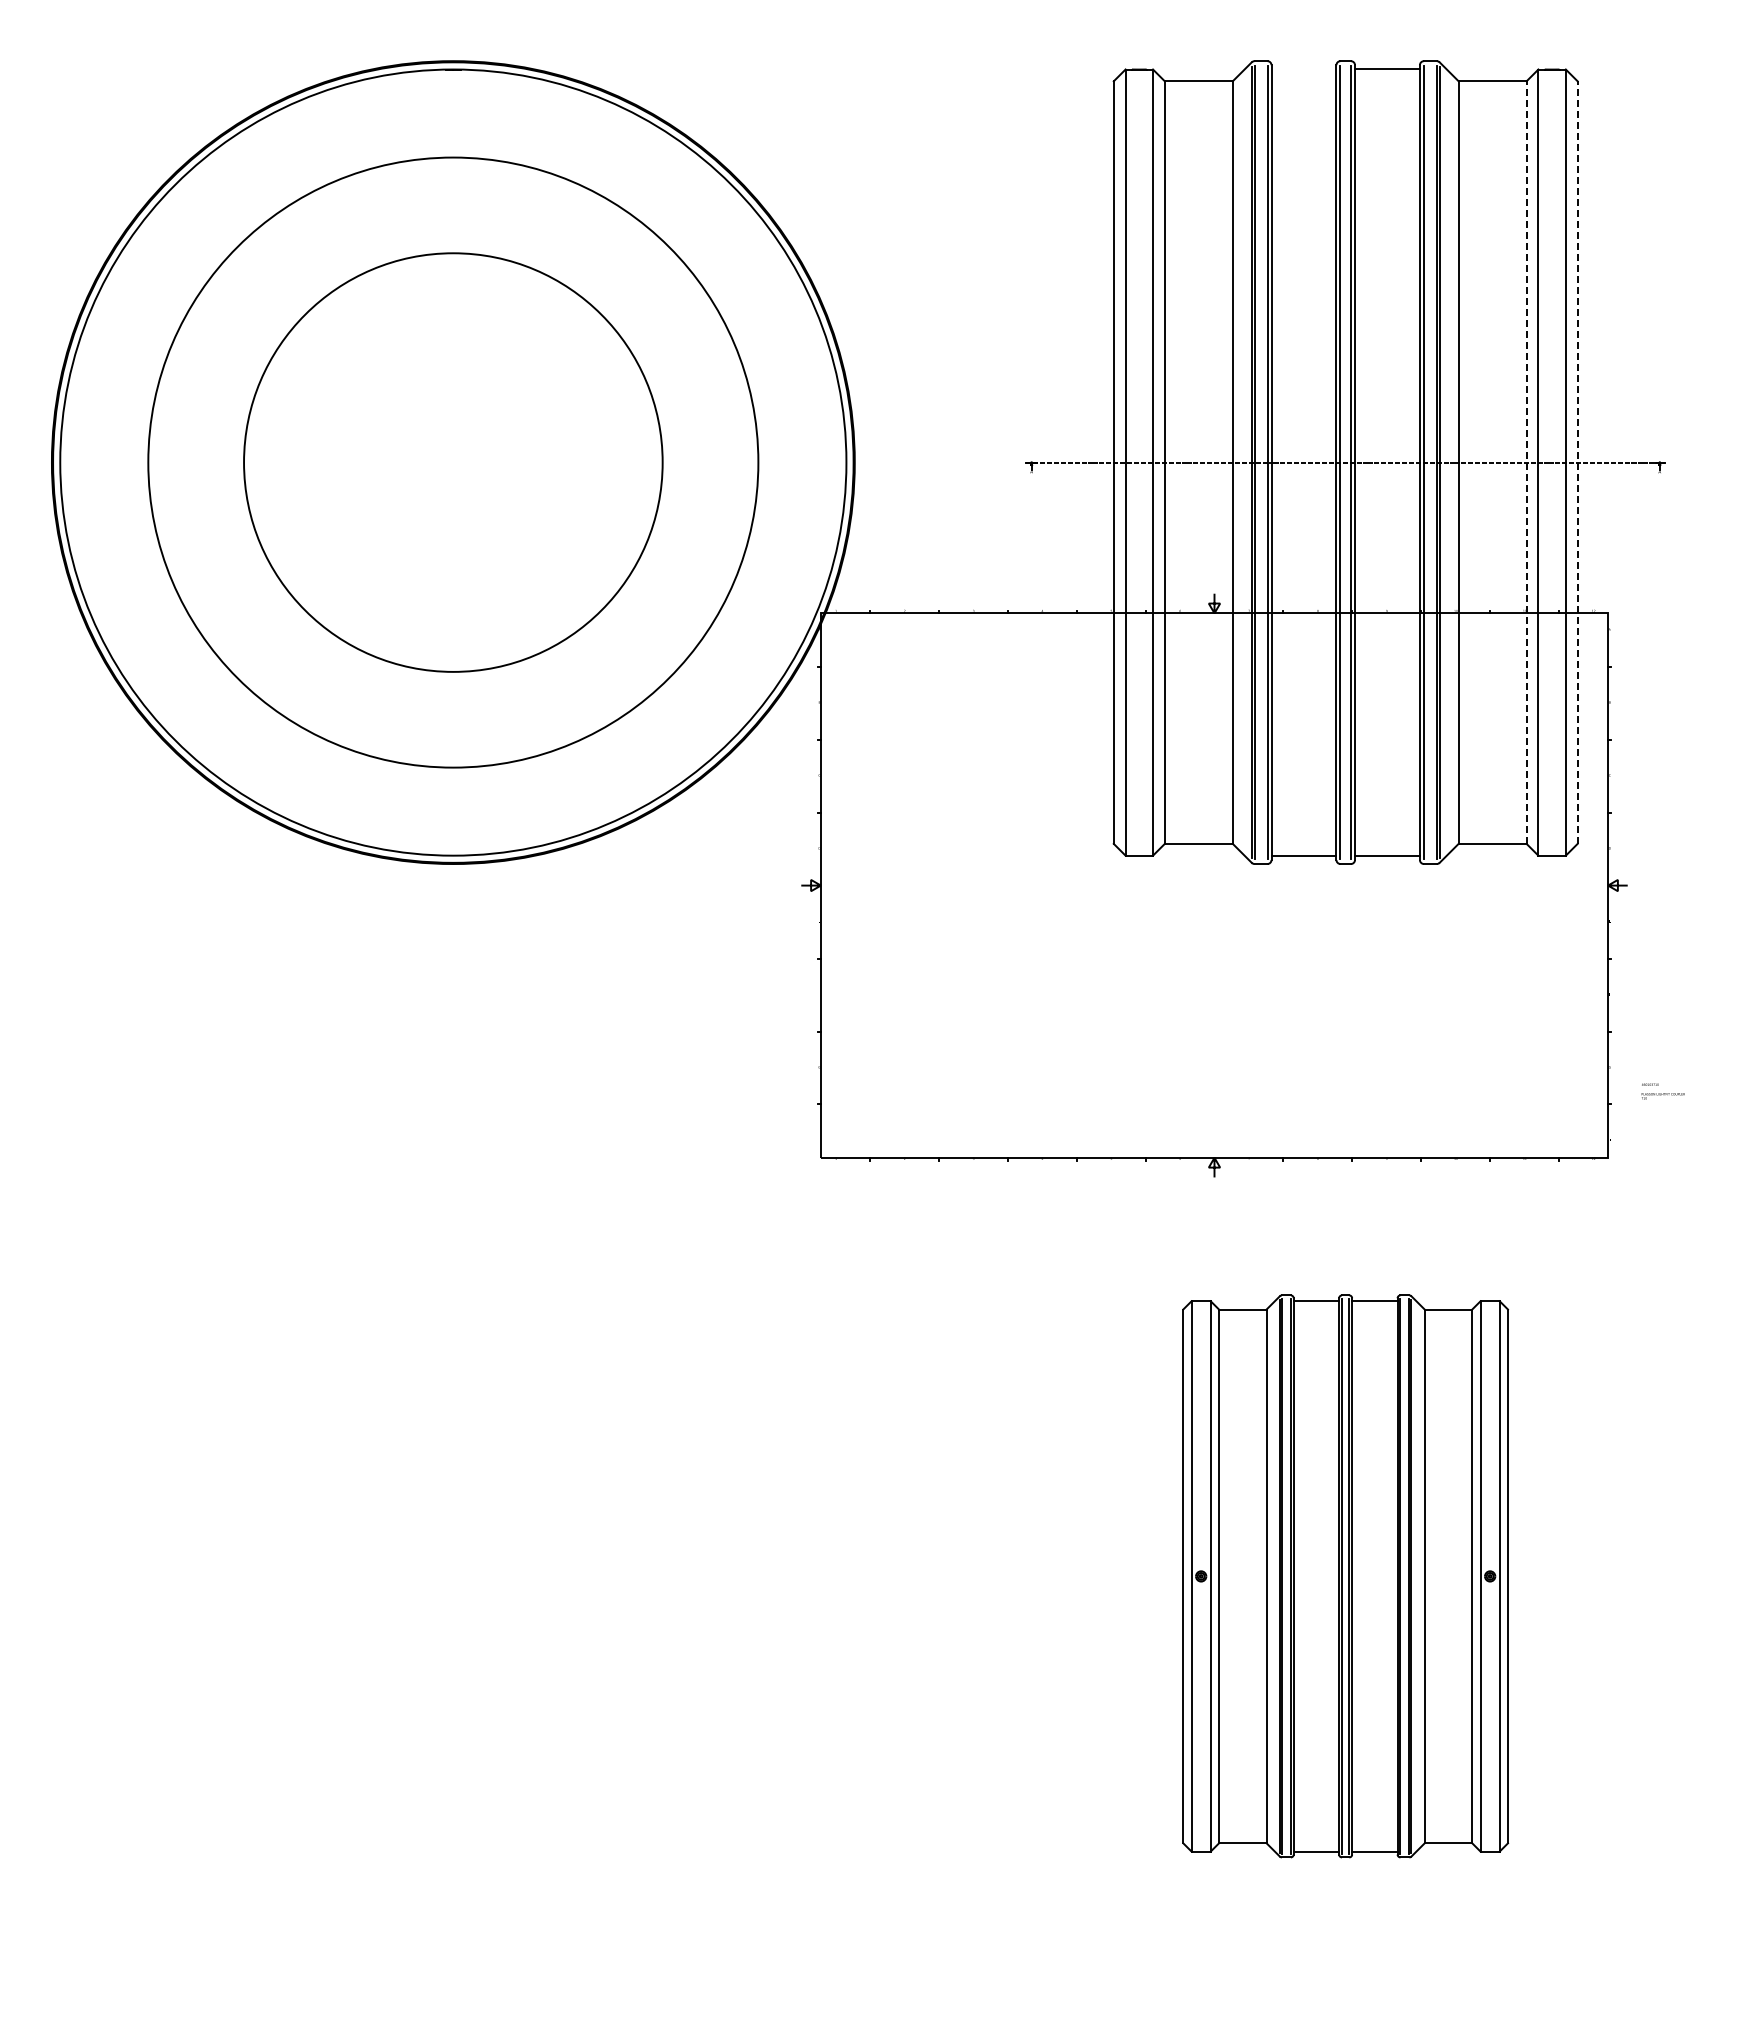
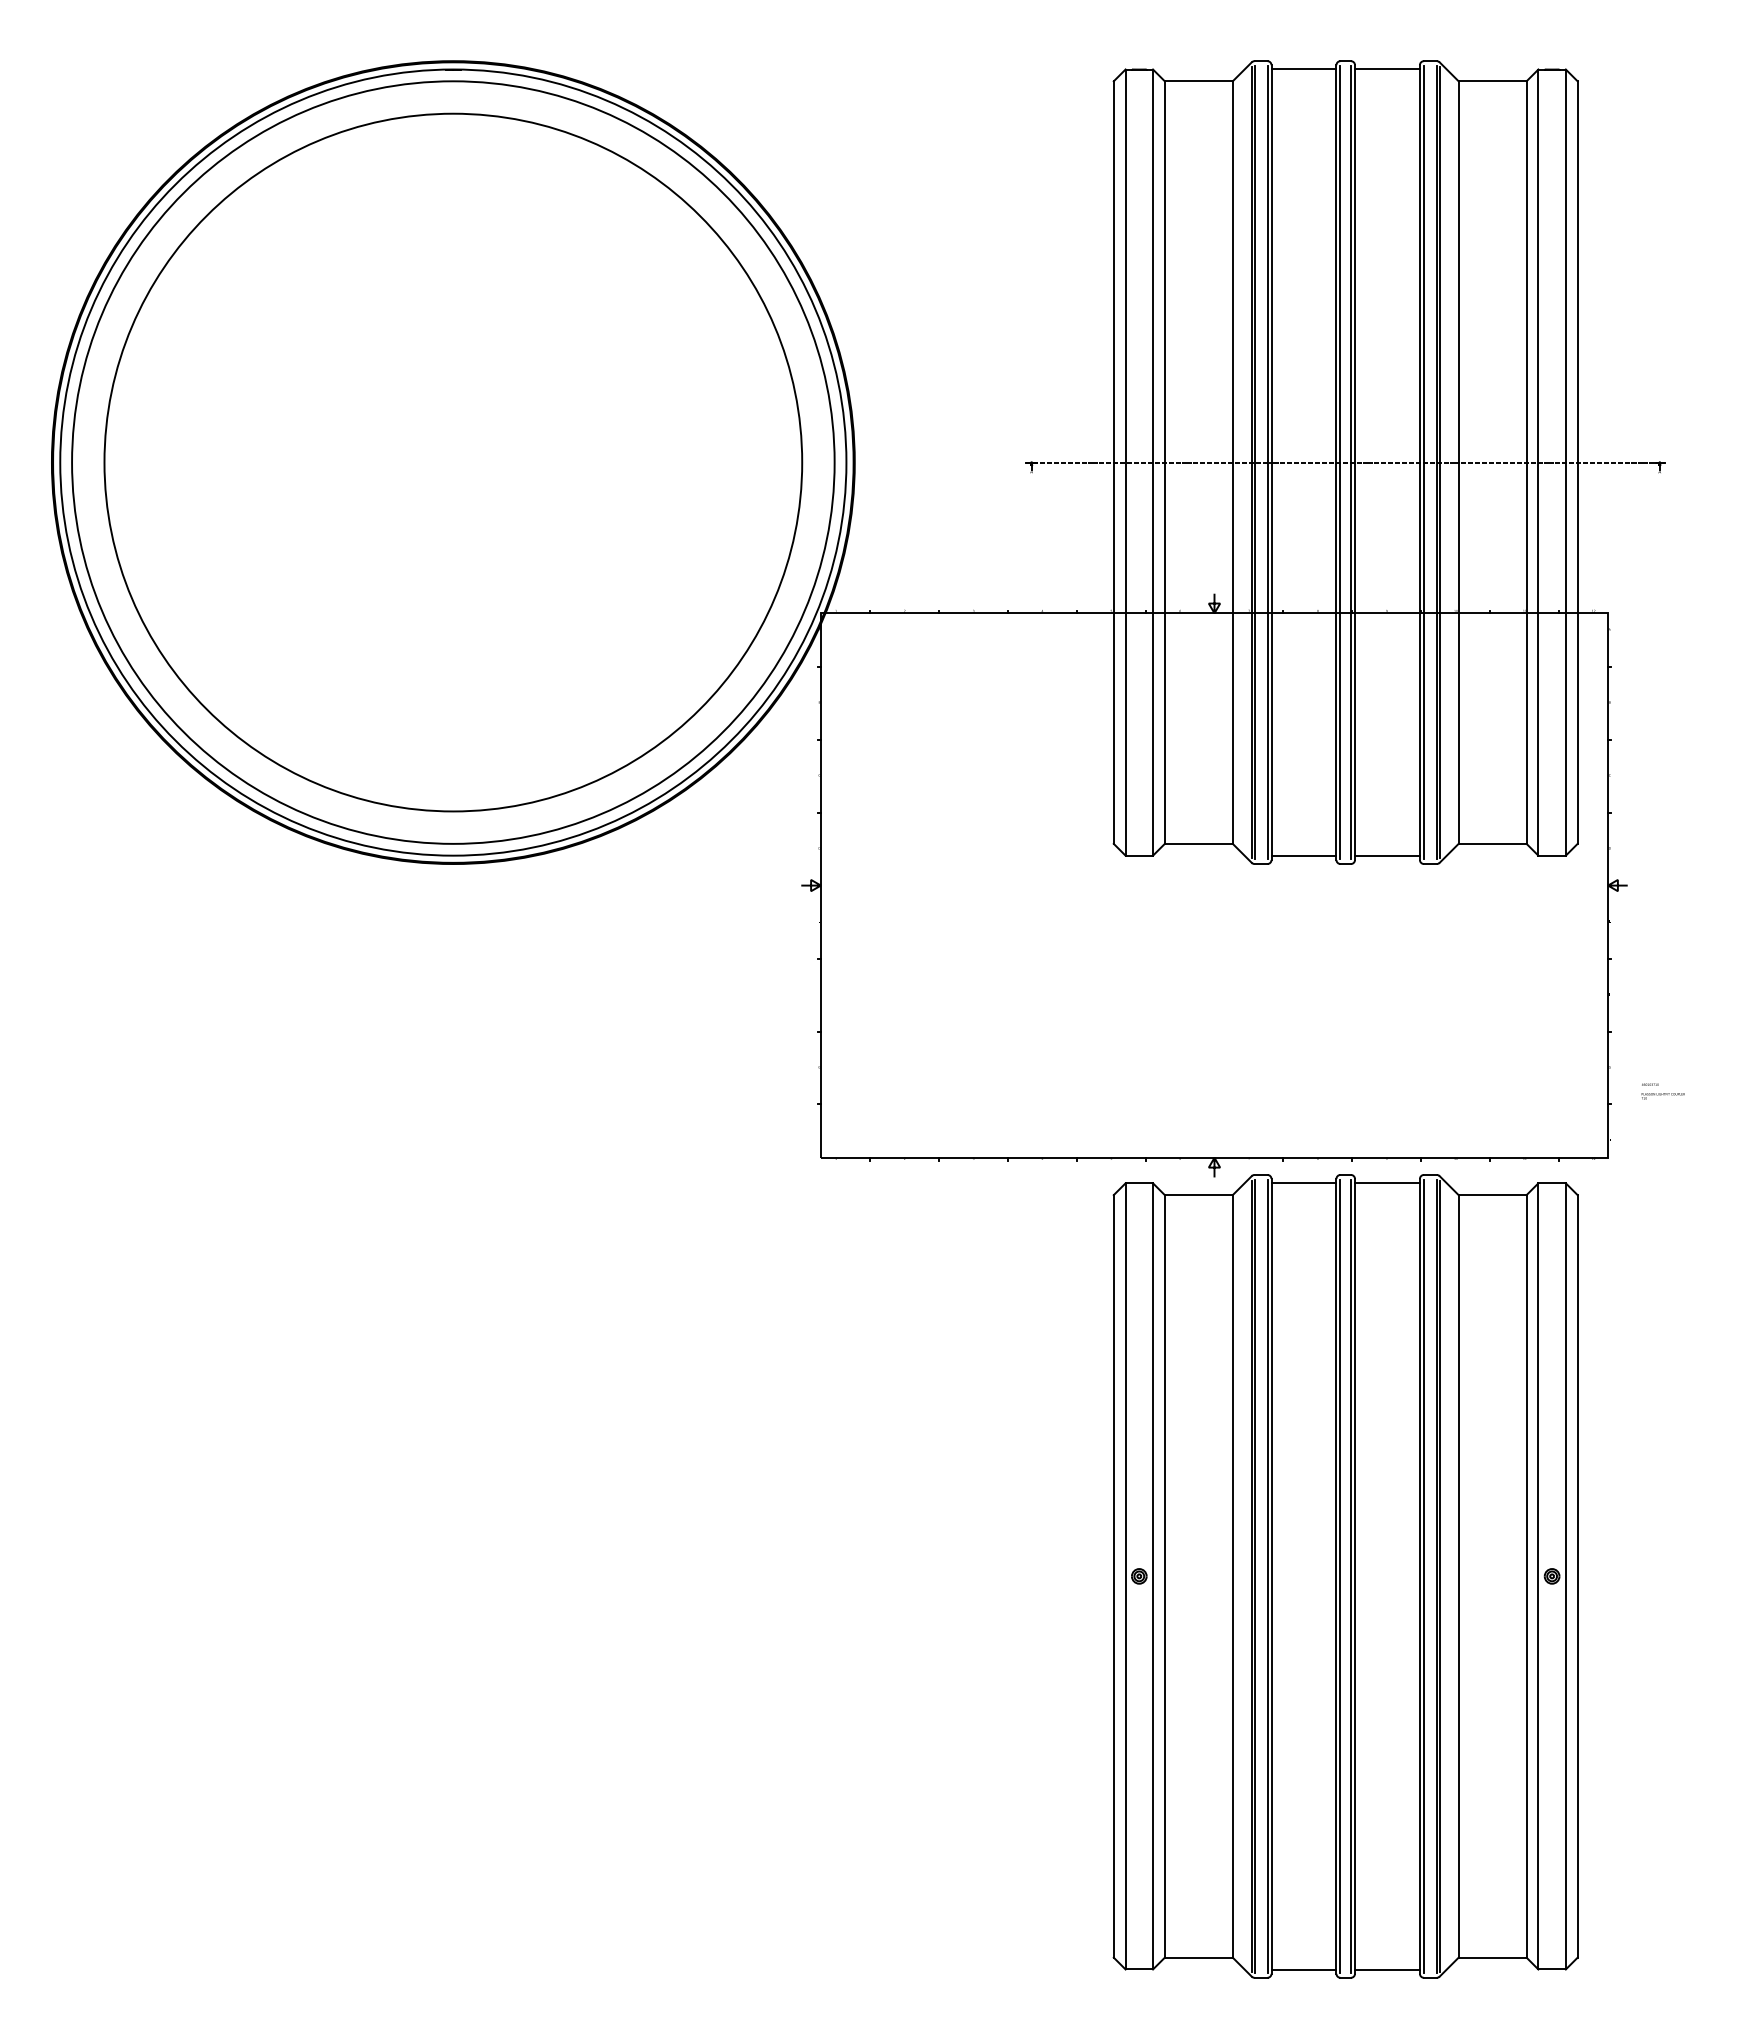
line at (1303, 69): none -> present
circle at (453, 462) diameter: 419 px -> 698 px
circle at (453, 462) diameter: 610 px -> 763 px
line at (1526, 462): dashed -> solid
line at (1577, 462): dashed -> solid
part at (1345, 1576) size: 328x565 px -> 467x805 px
